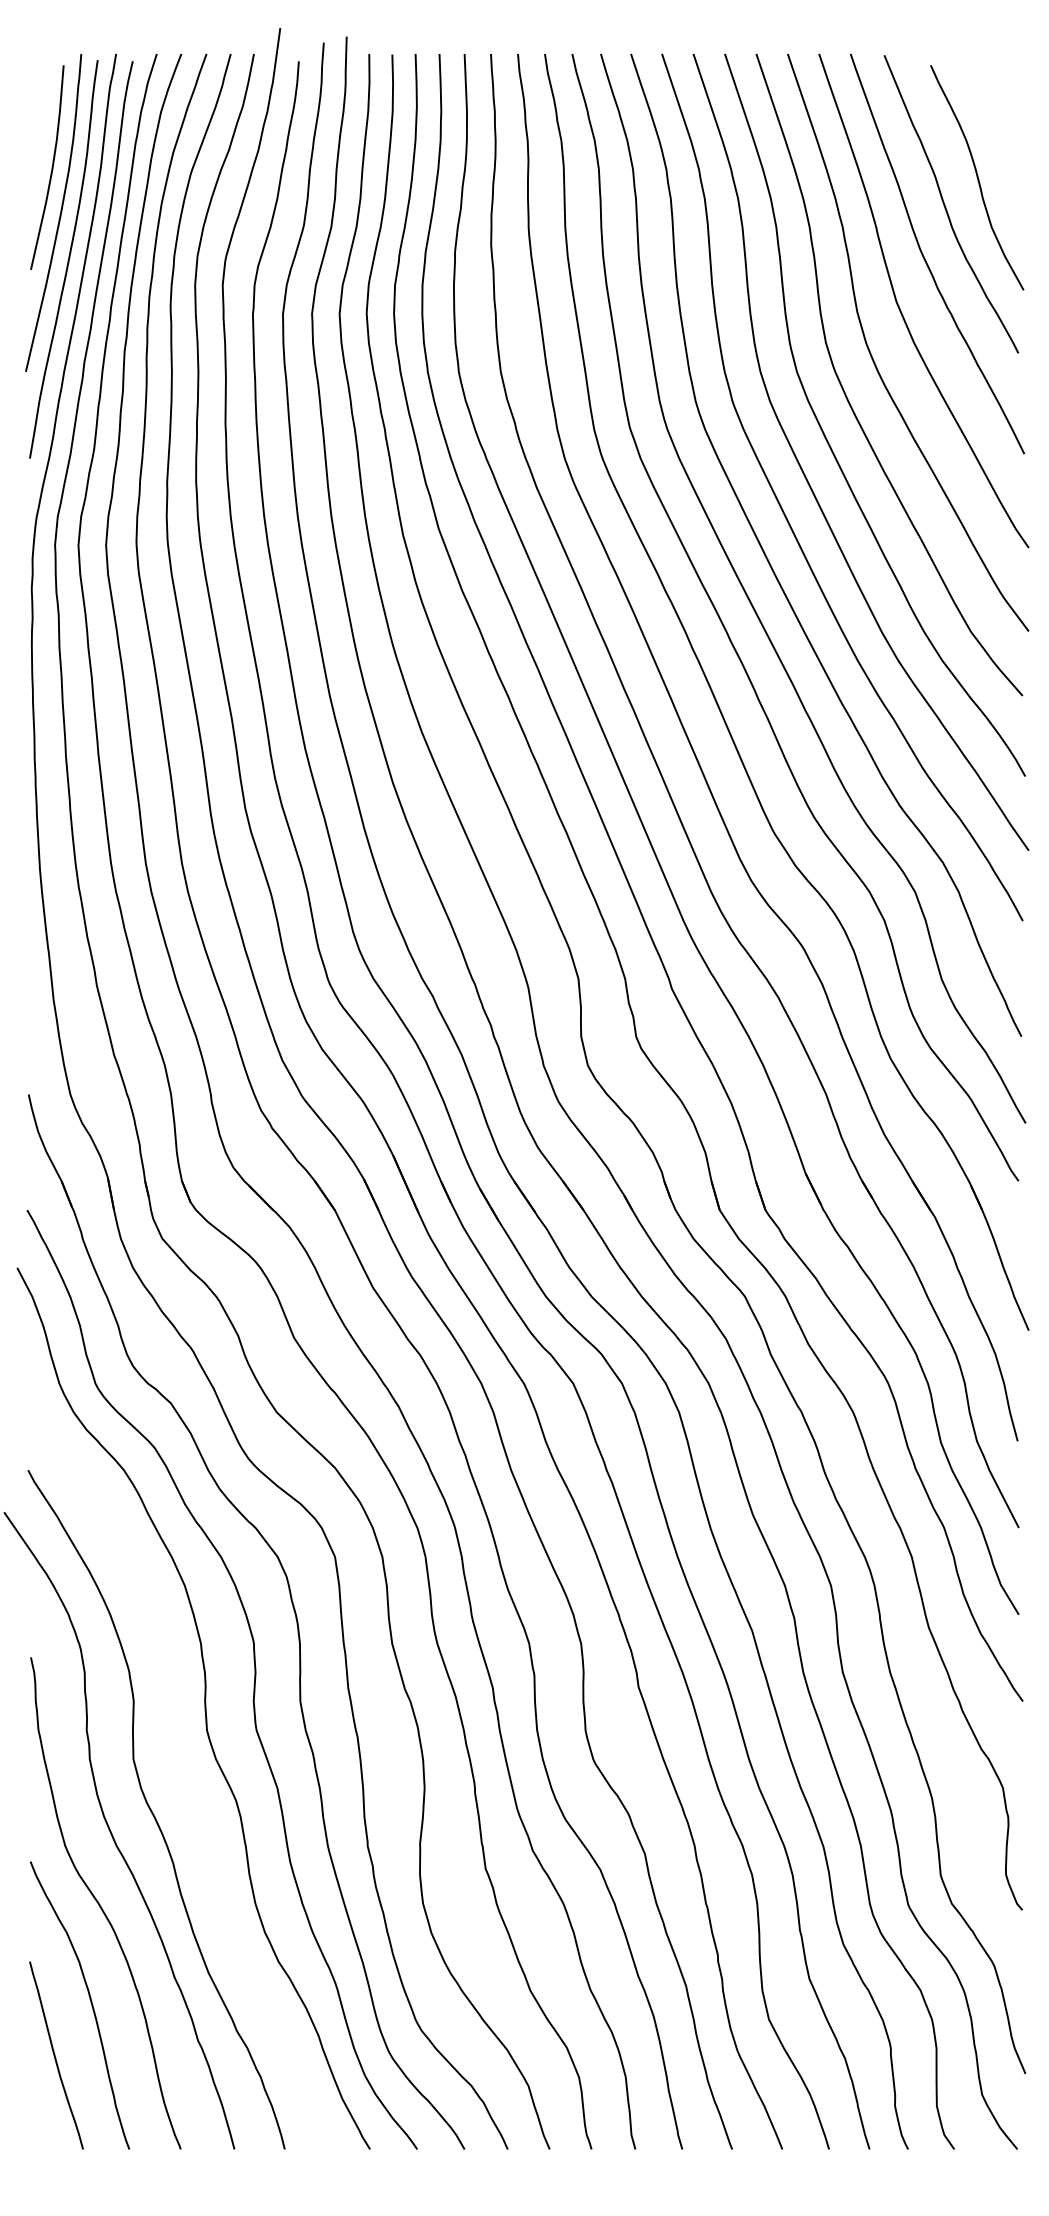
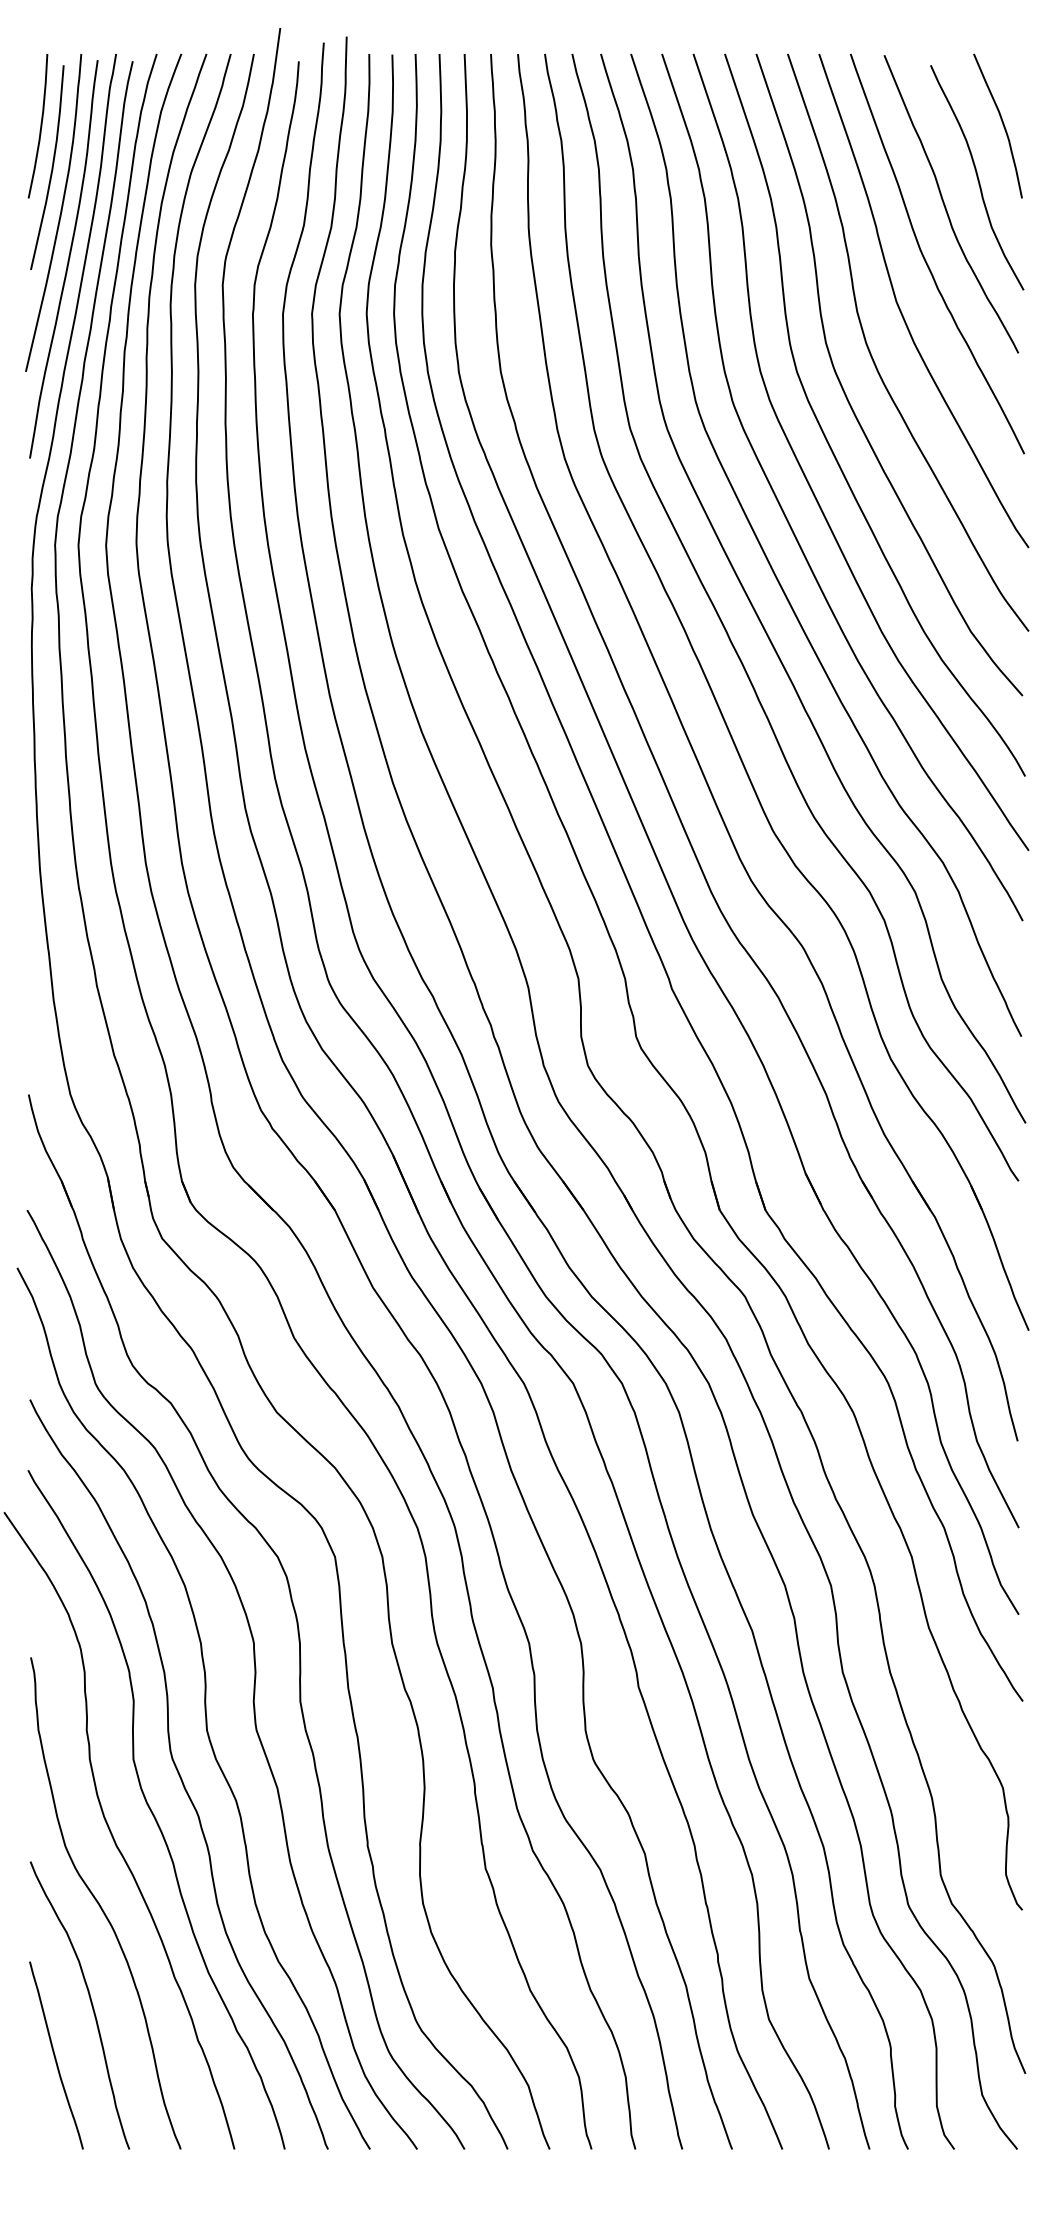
curve at (1001, 122): none -> present
curve at (40, 126): none -> present
curve at (178, 1774): none -> present
